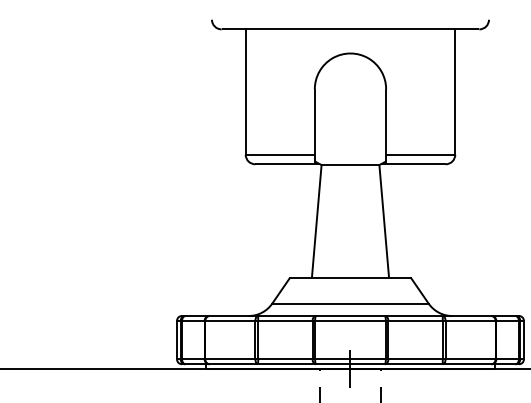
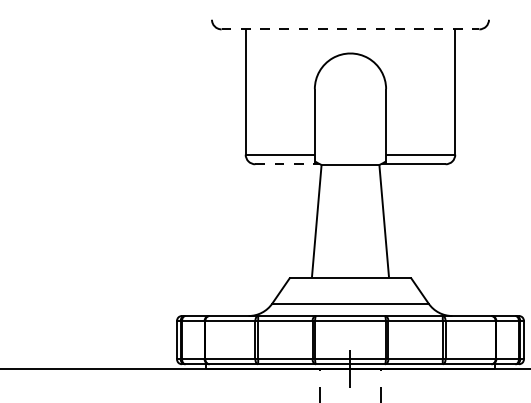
line at (350, 29): solid -> dashed
line at (288, 164): solid -> dashed
